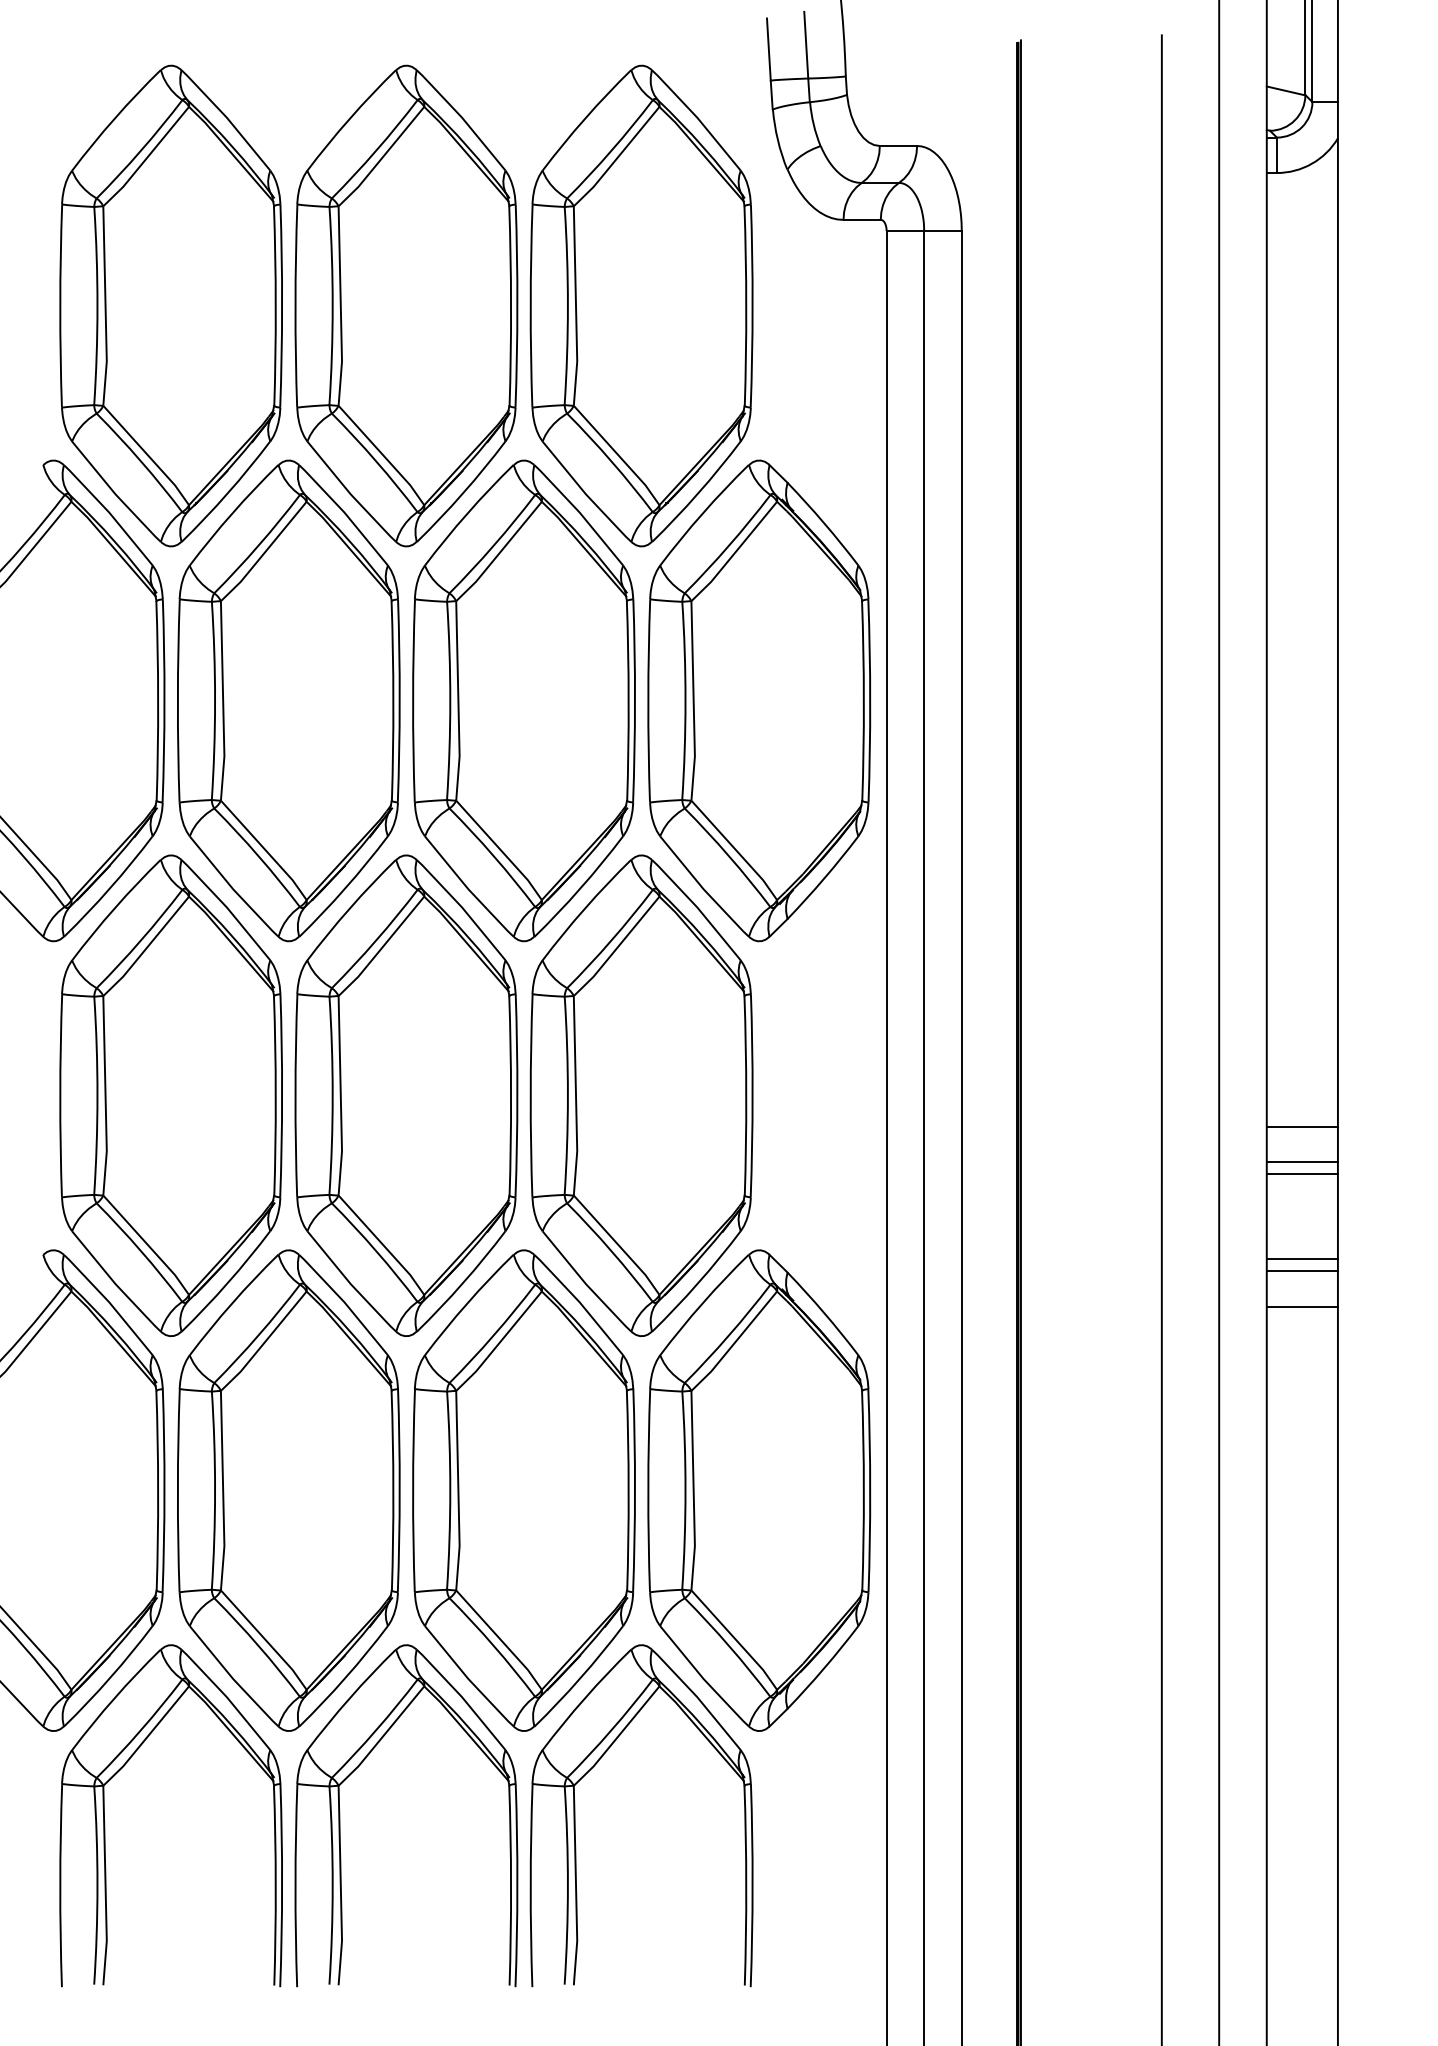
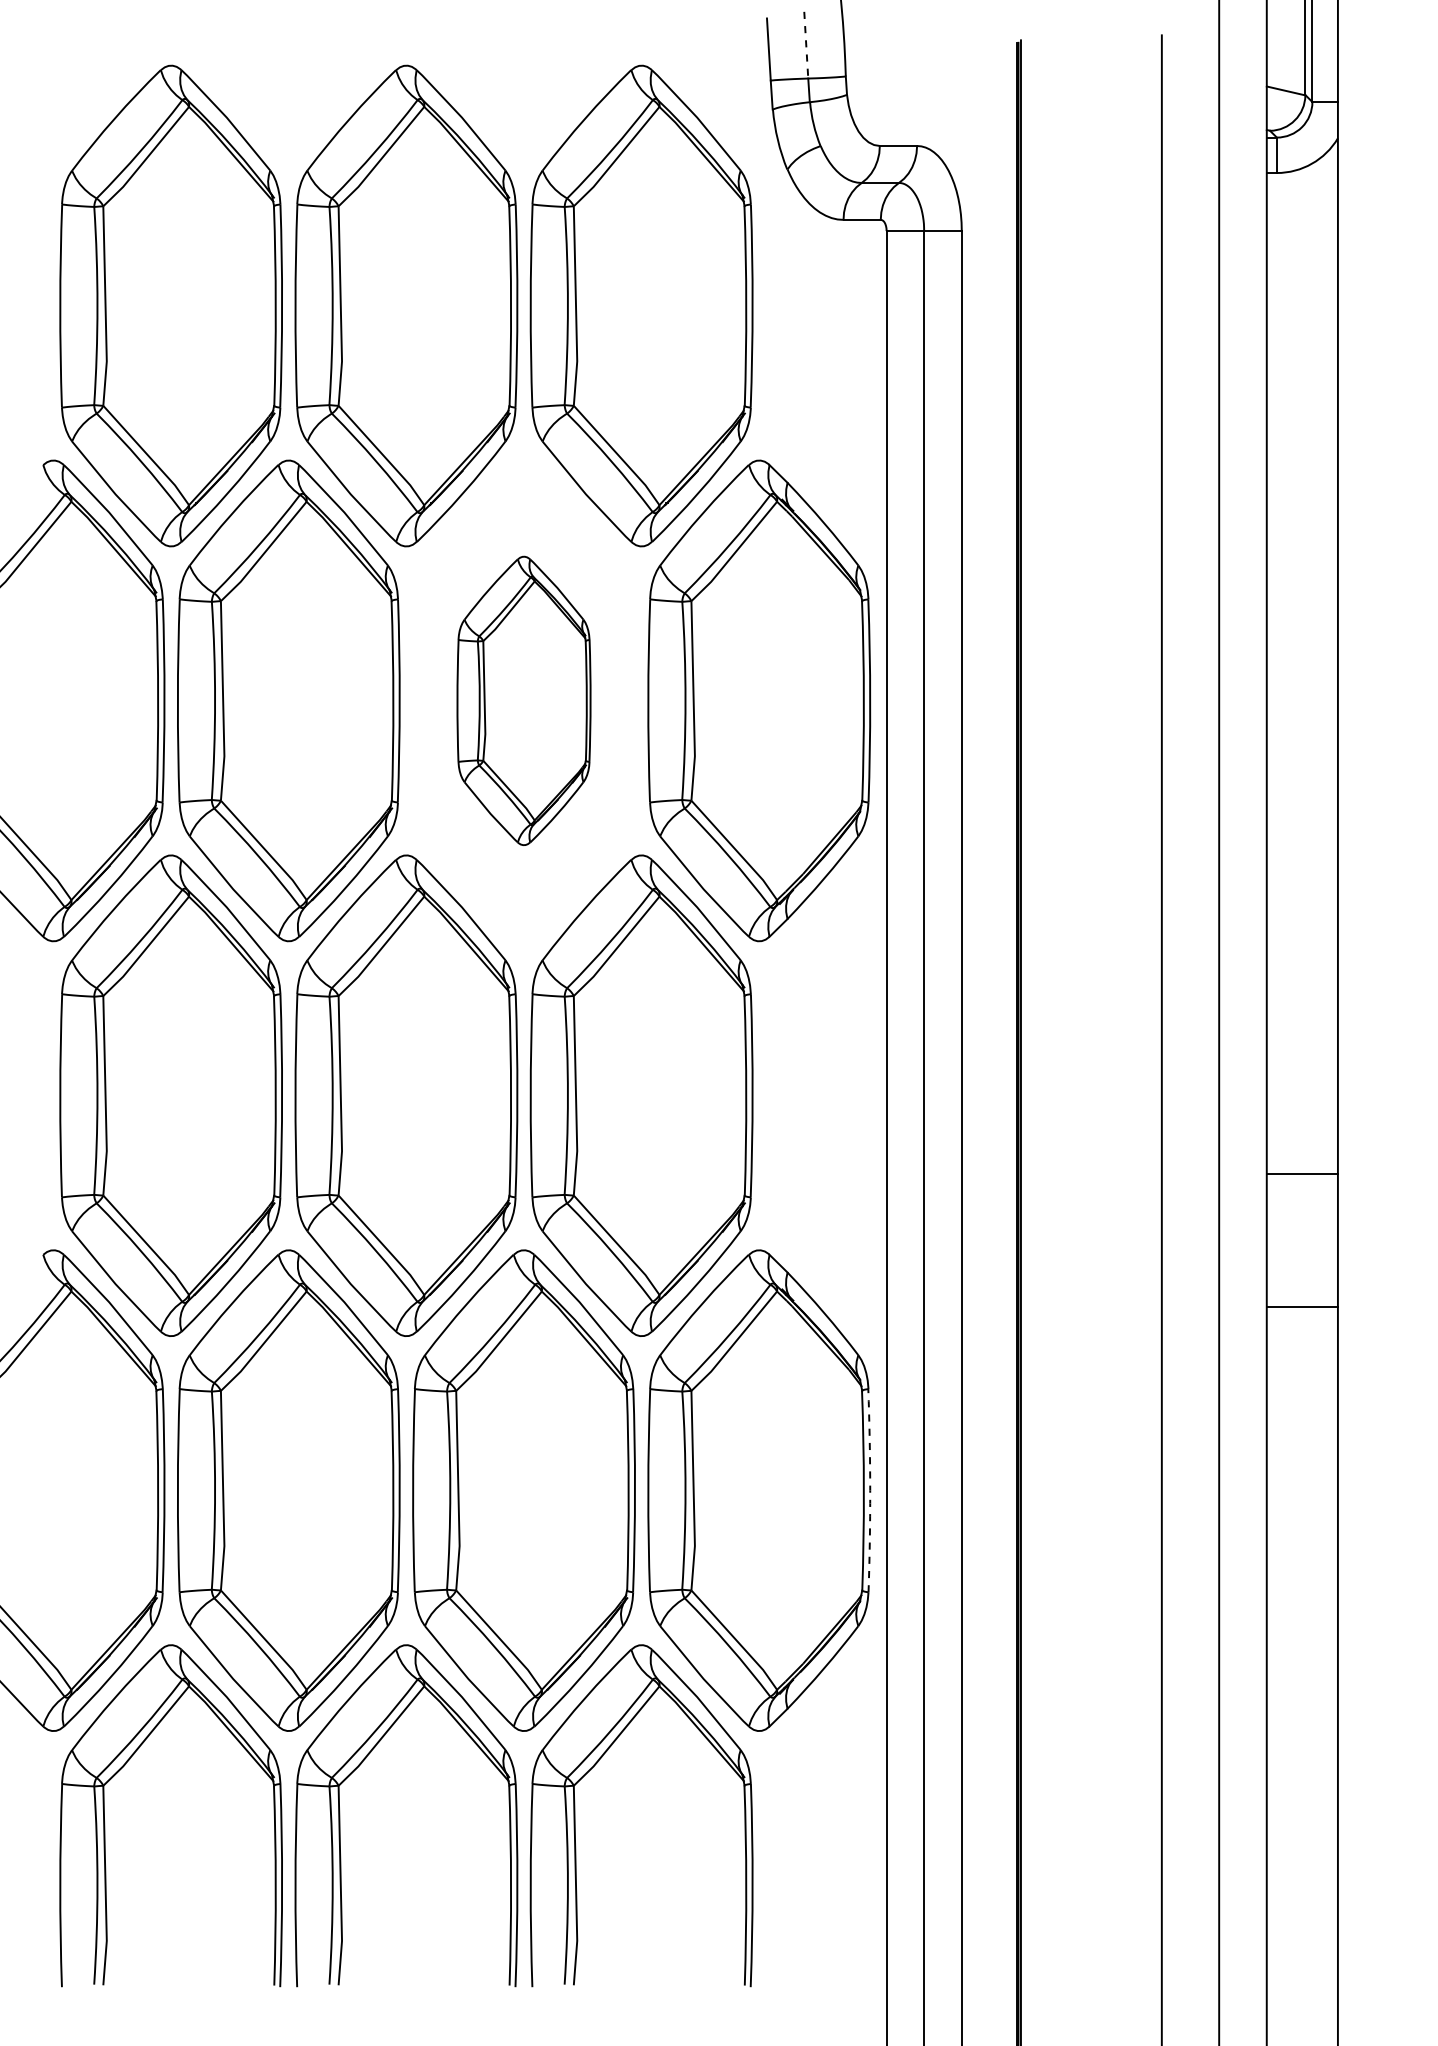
line at (806, 45): solid -> dashed
part at (523, 700) size: 224x484 px -> 136x291 px
line at (1301, 1126): present -> none
line at (1301, 1162): present -> none
line at (1301, 1259): present -> none
line at (1301, 1271): present -> none
arc at (870, 1490): solid -> dashed
